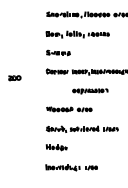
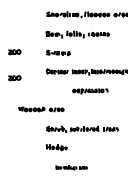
part at (14, 52): none -> present
part at (69, 109) position: (69, 109) -> (41, 109)
part at (71, 167) size: 53x8 px -> 33x6 px
